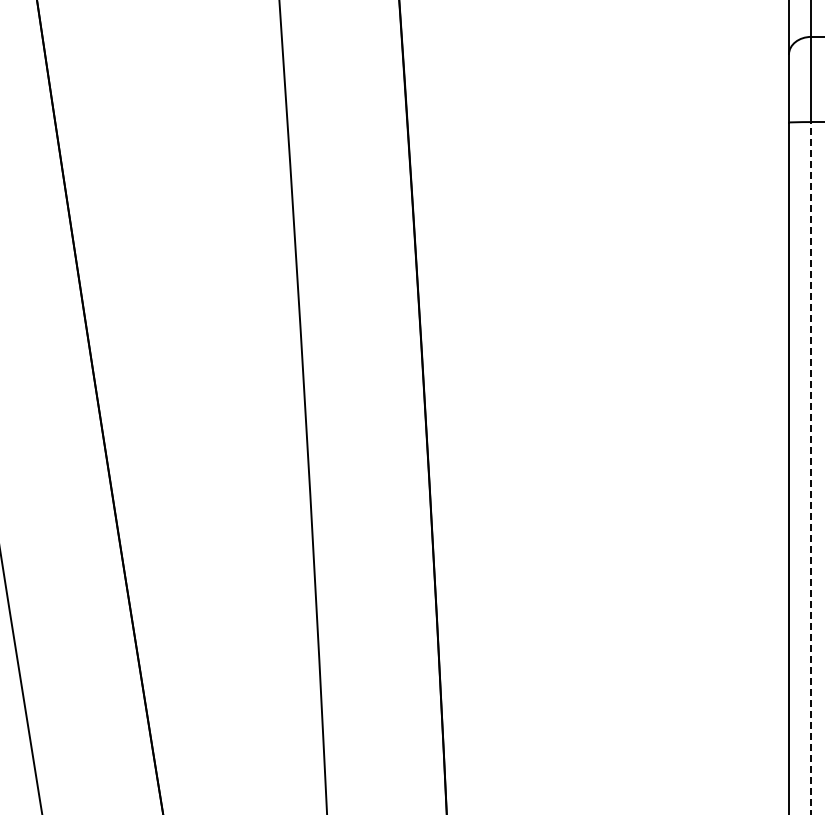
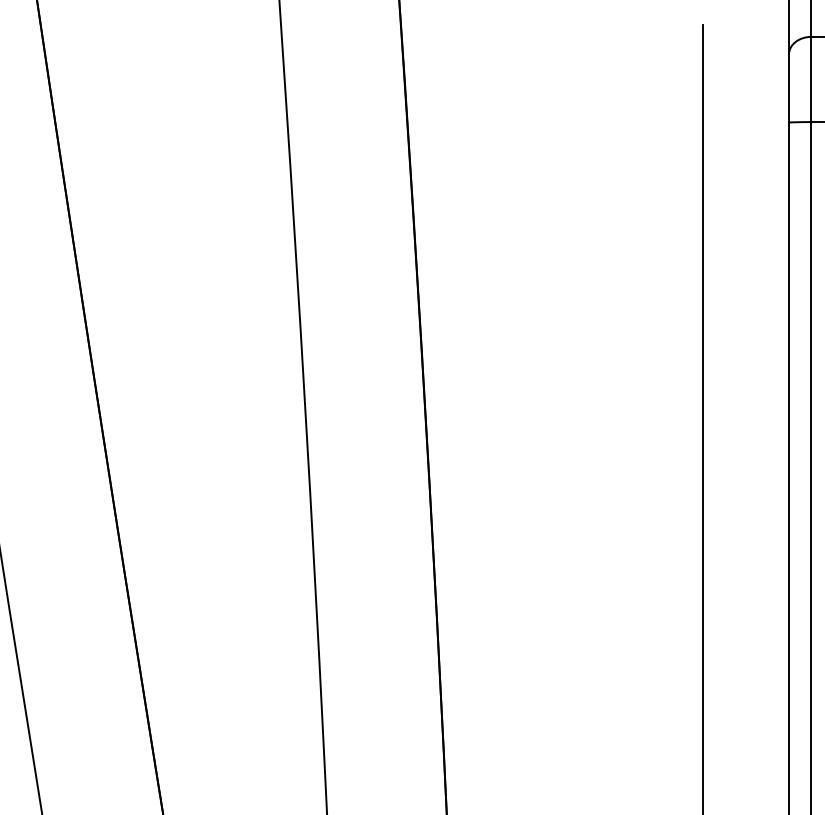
line at (703, 418): none -> present
line at (811, 467): dashed -> solid
